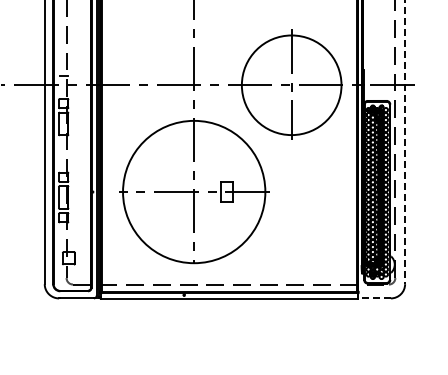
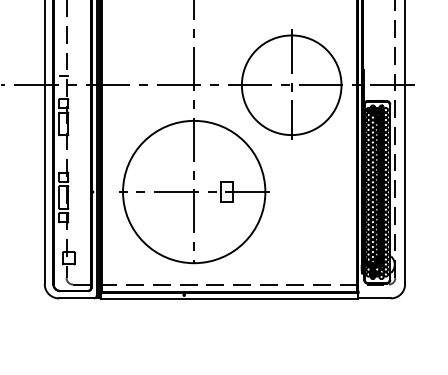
line at (405, 142): dashed -> solid
line at (374, 298): dashed -> solid
